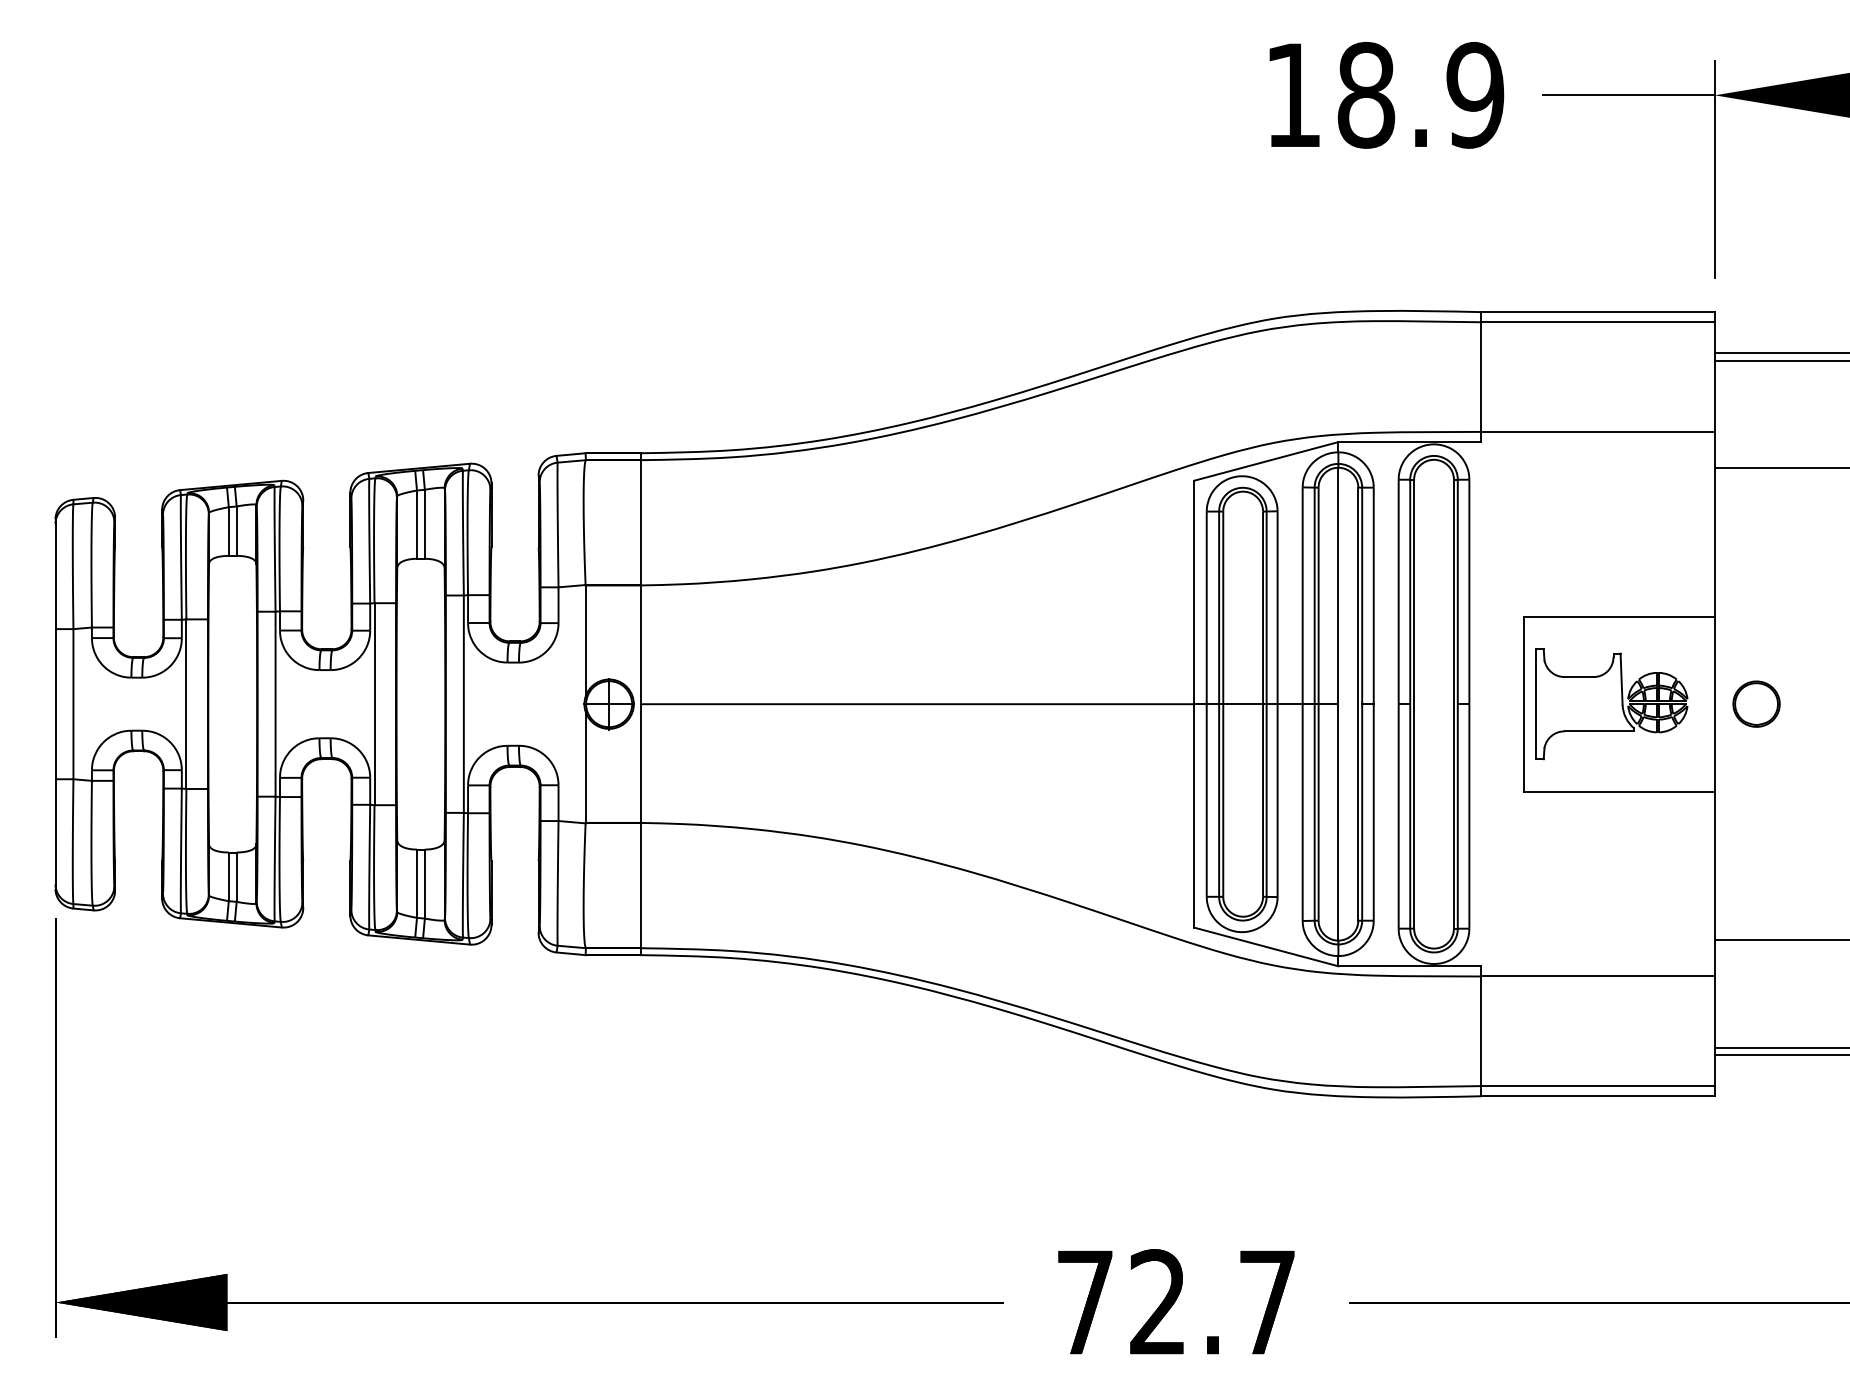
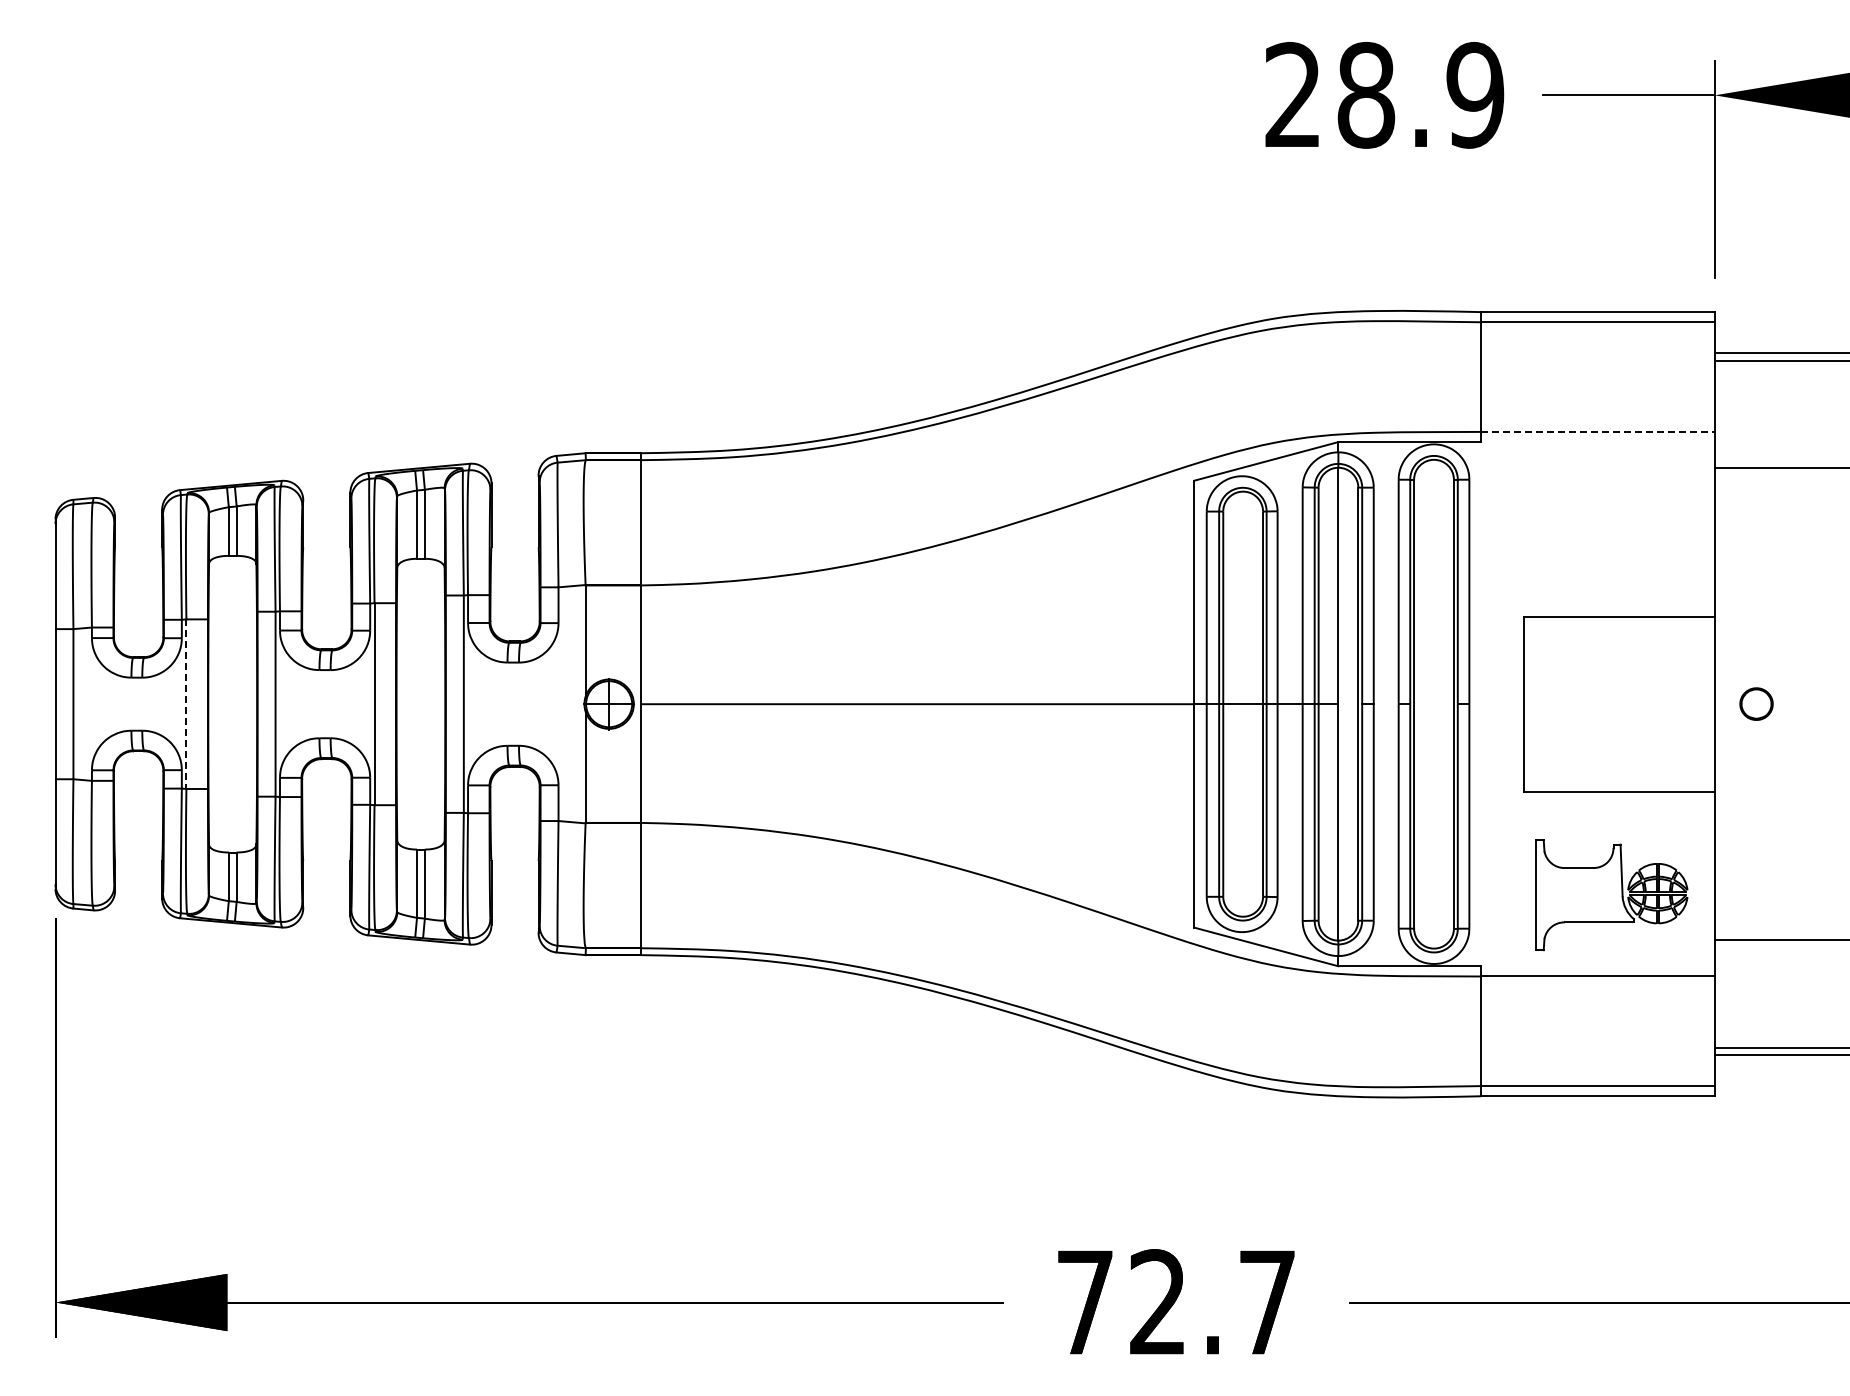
text at (1292, 94): 18.9 -> 28.9
line at (1598, 431): solid -> dashed
part at (1756, 703) size: 49x48 px -> 35x34 px
line at (186, 704): solid -> dashed
part at (1611, 704) position: (1611, 704) -> (1611, 895)
